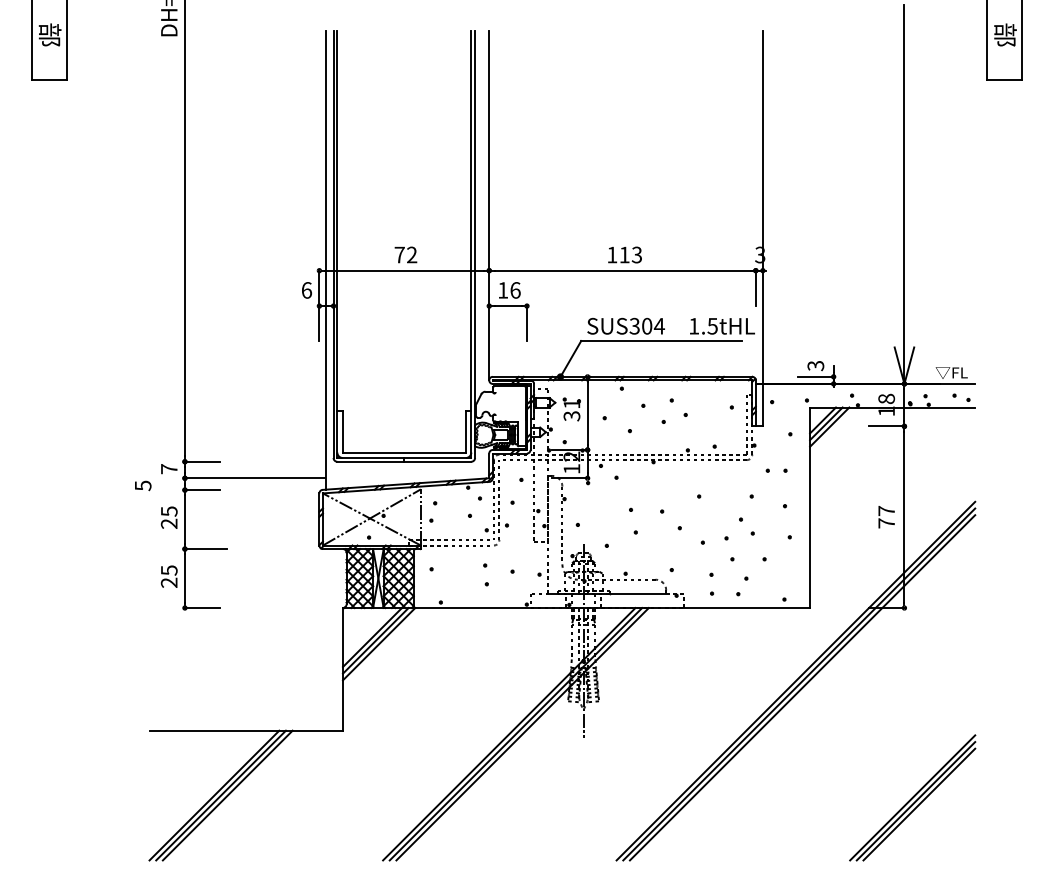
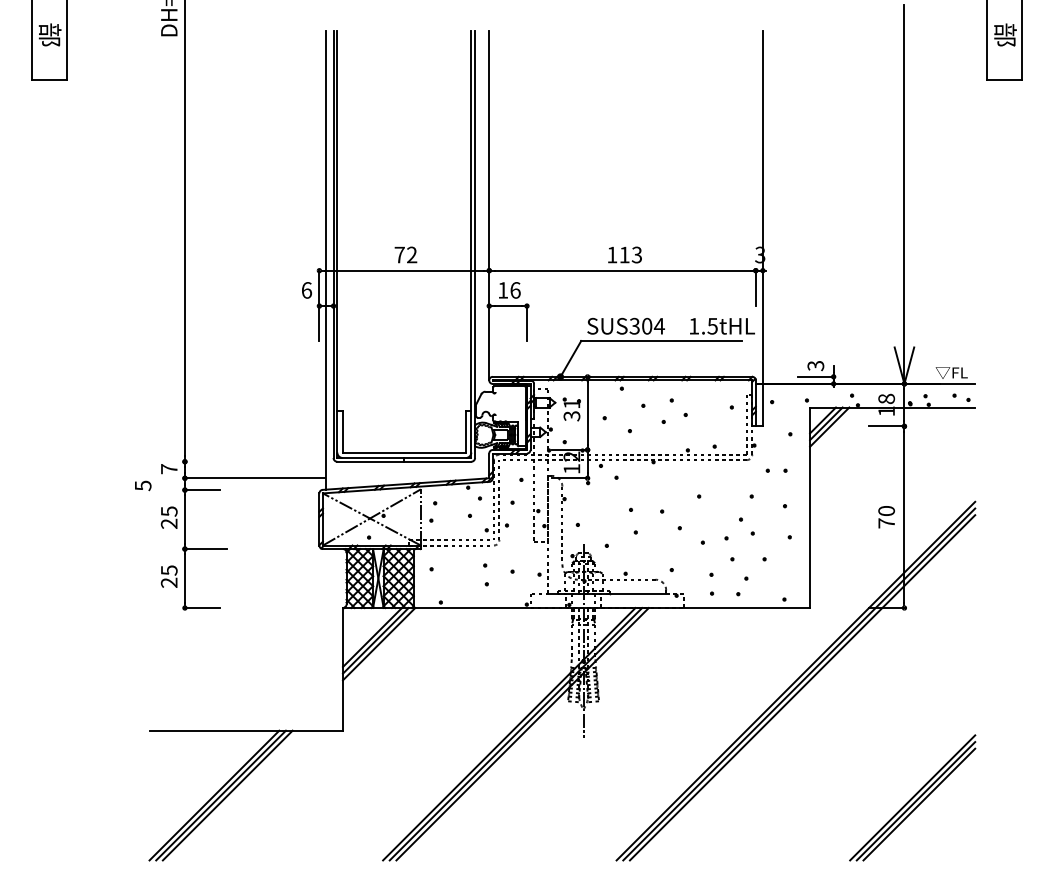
line at (202, 461): present -> none
text at (886, 511): 77 -> 70
